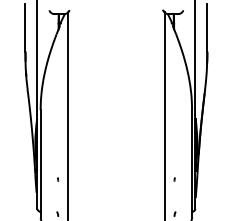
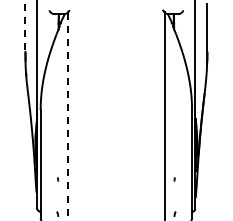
line at (25, 28): solid -> dashed
line at (67, 116): solid -> dashed
